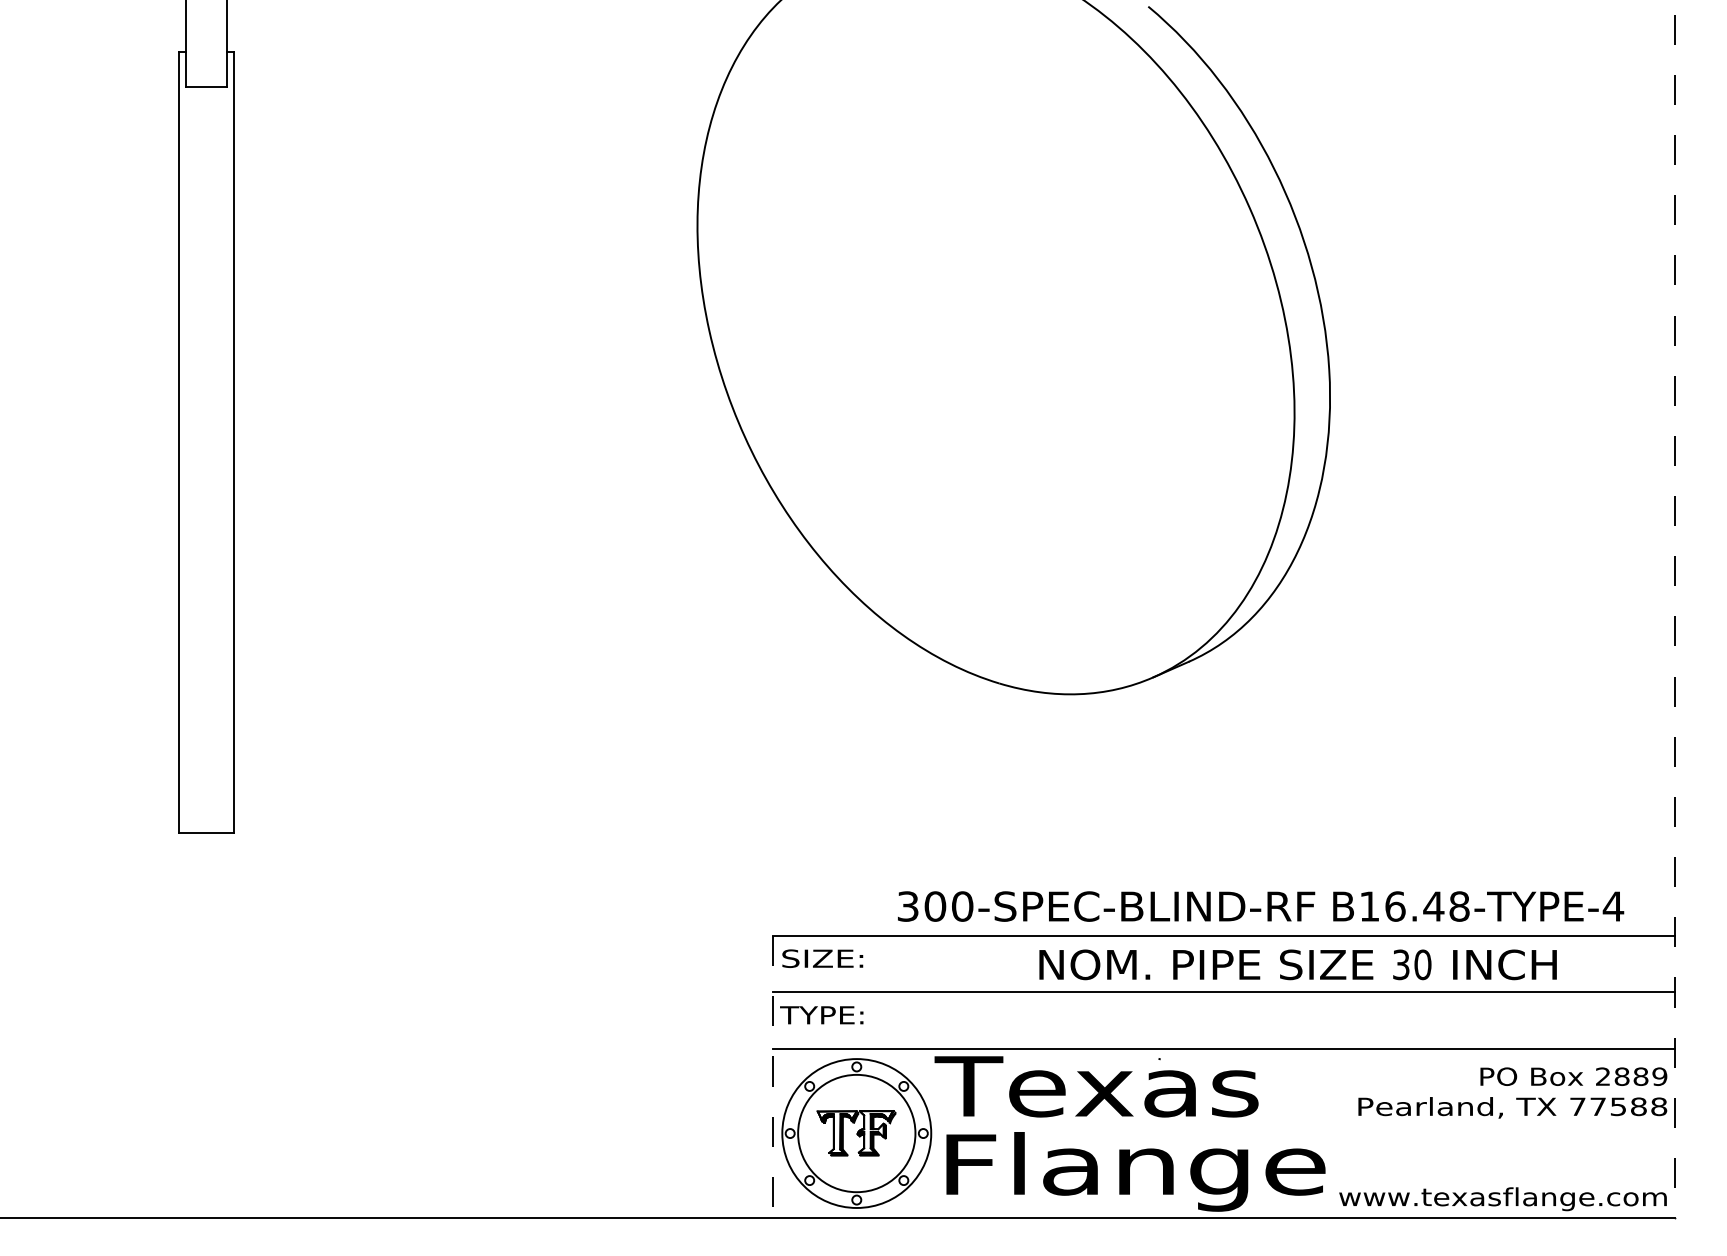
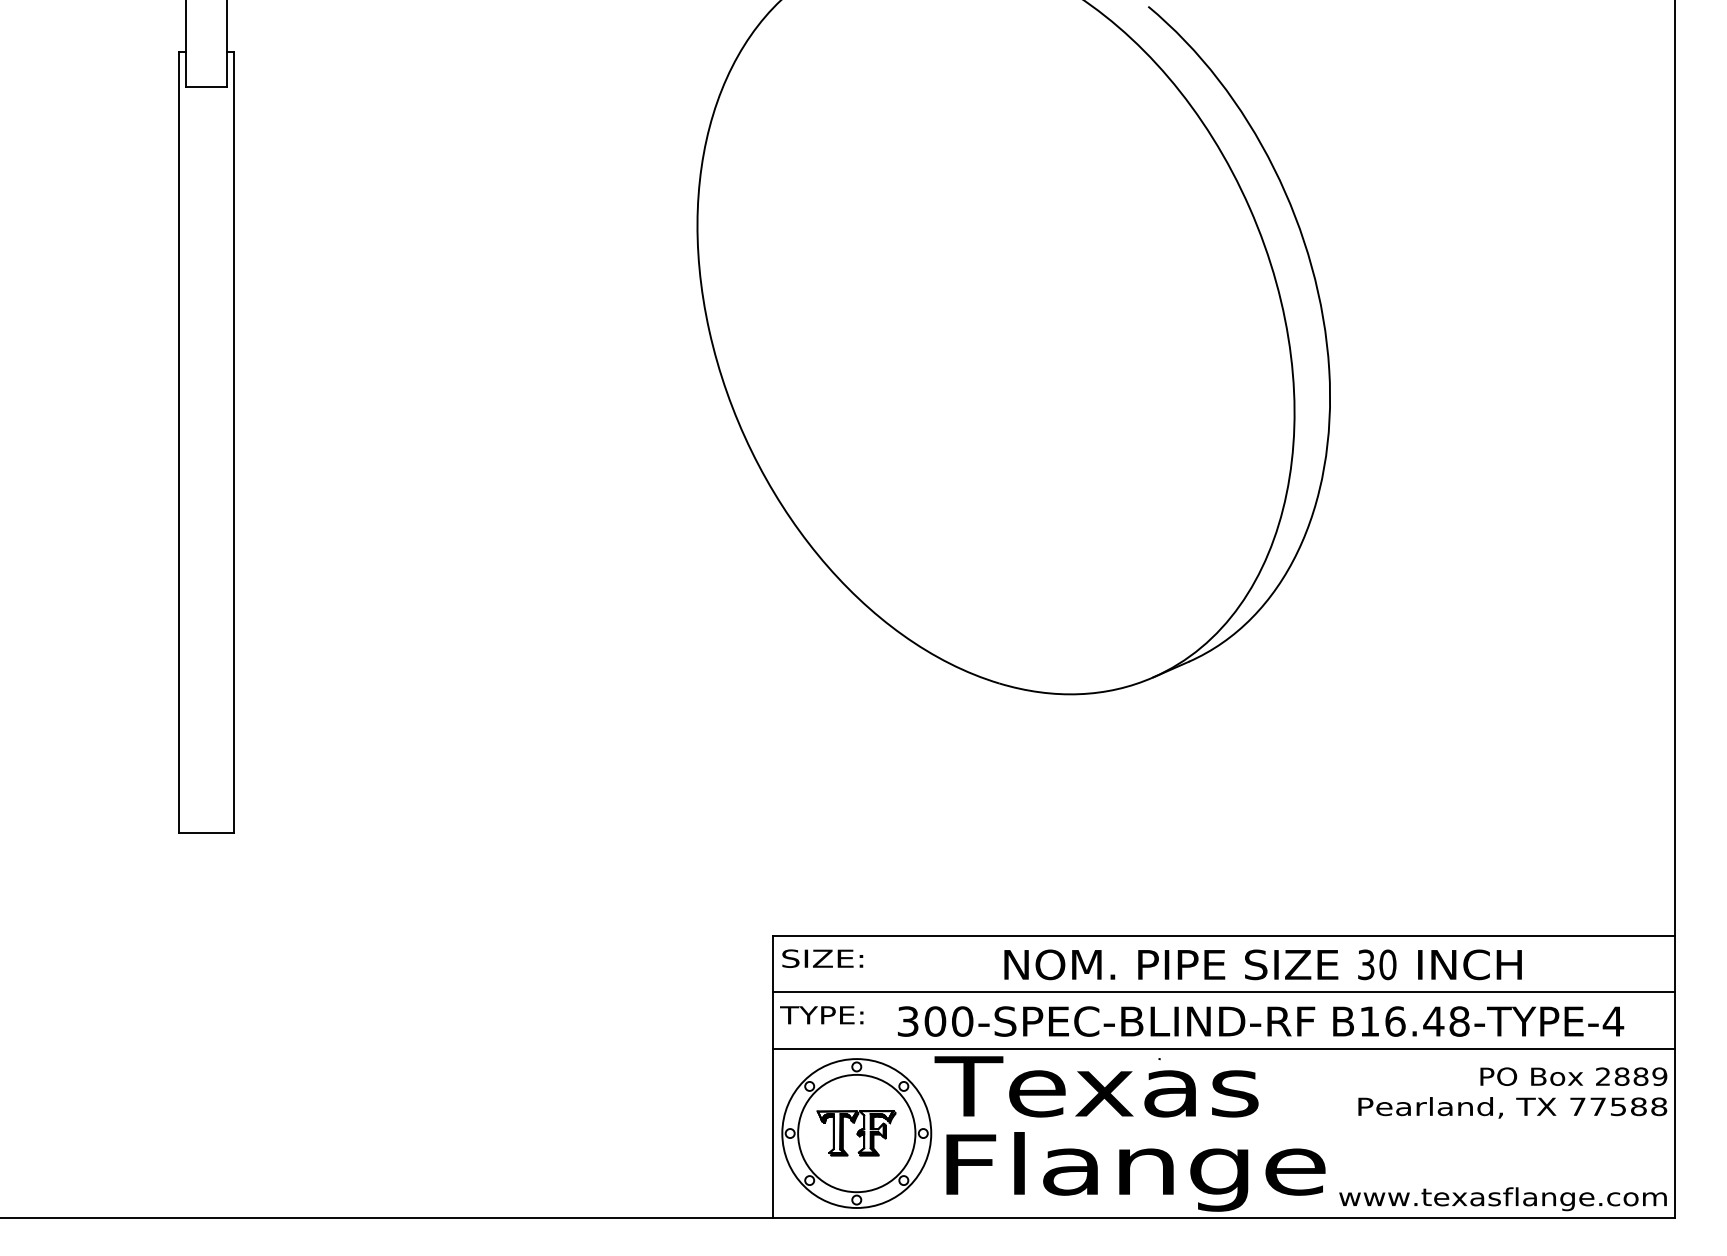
line at (1675, 609): dashed -> solid
text at (1261, 906) position: (1261, 906) -> (1261, 1021)
text at (1297, 964) position: (1297, 964) -> (1262, 964)
line at (772, 1077): dashed -> solid
